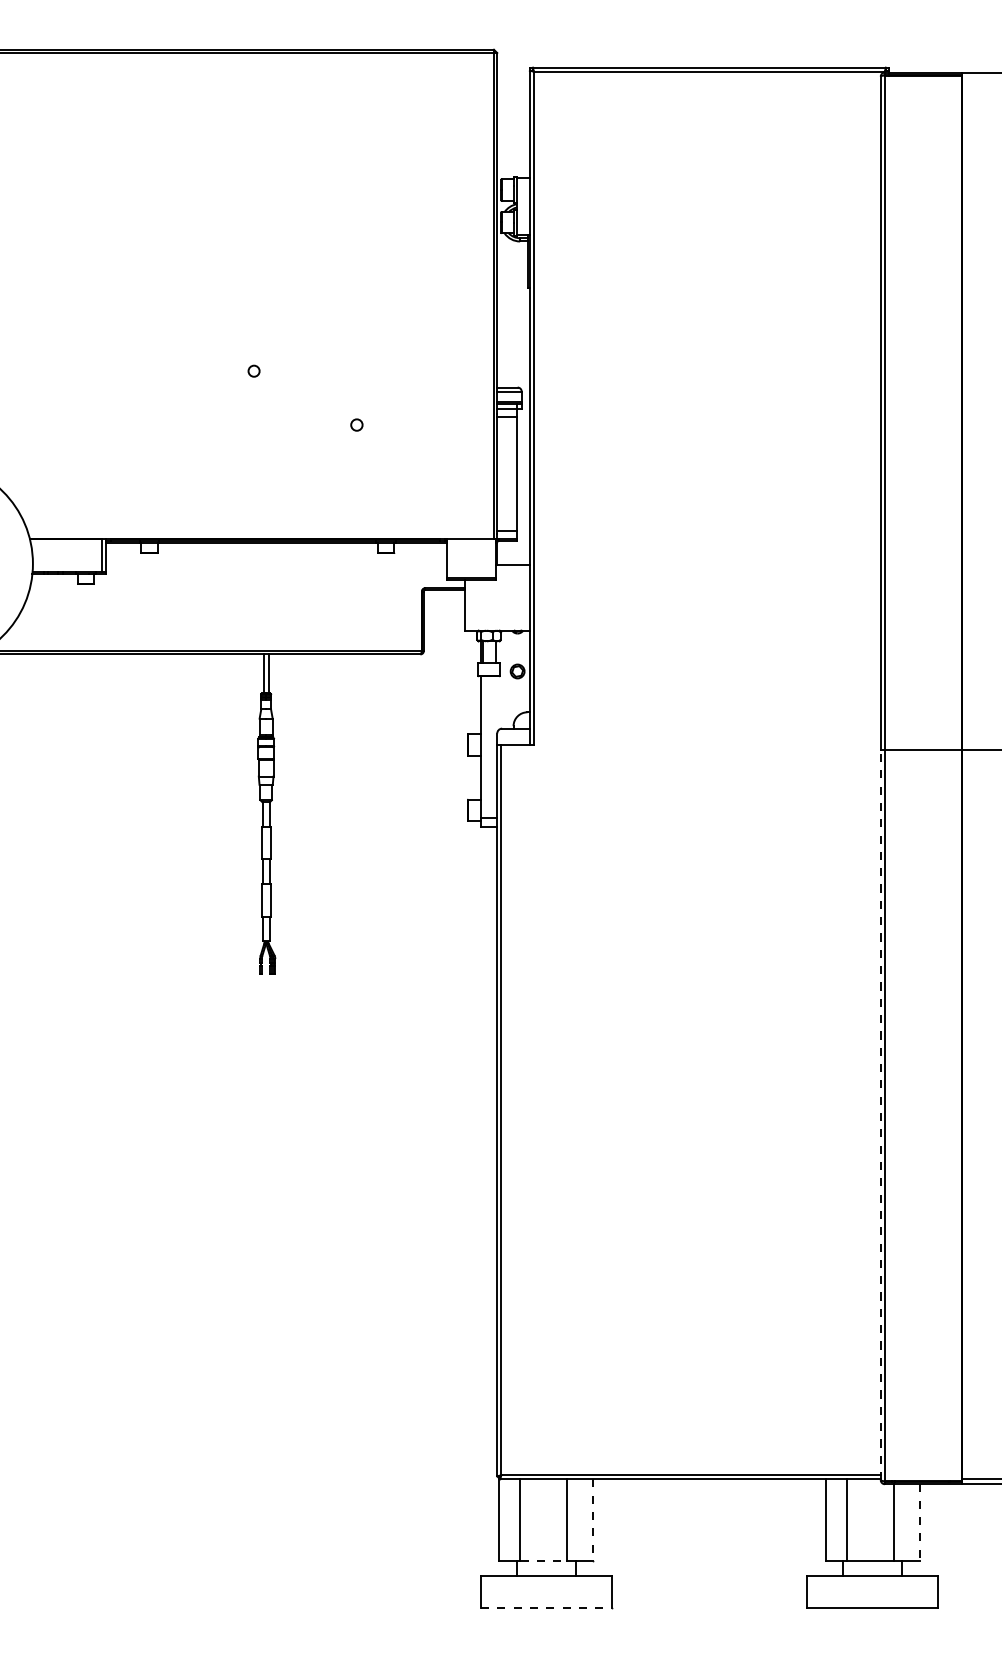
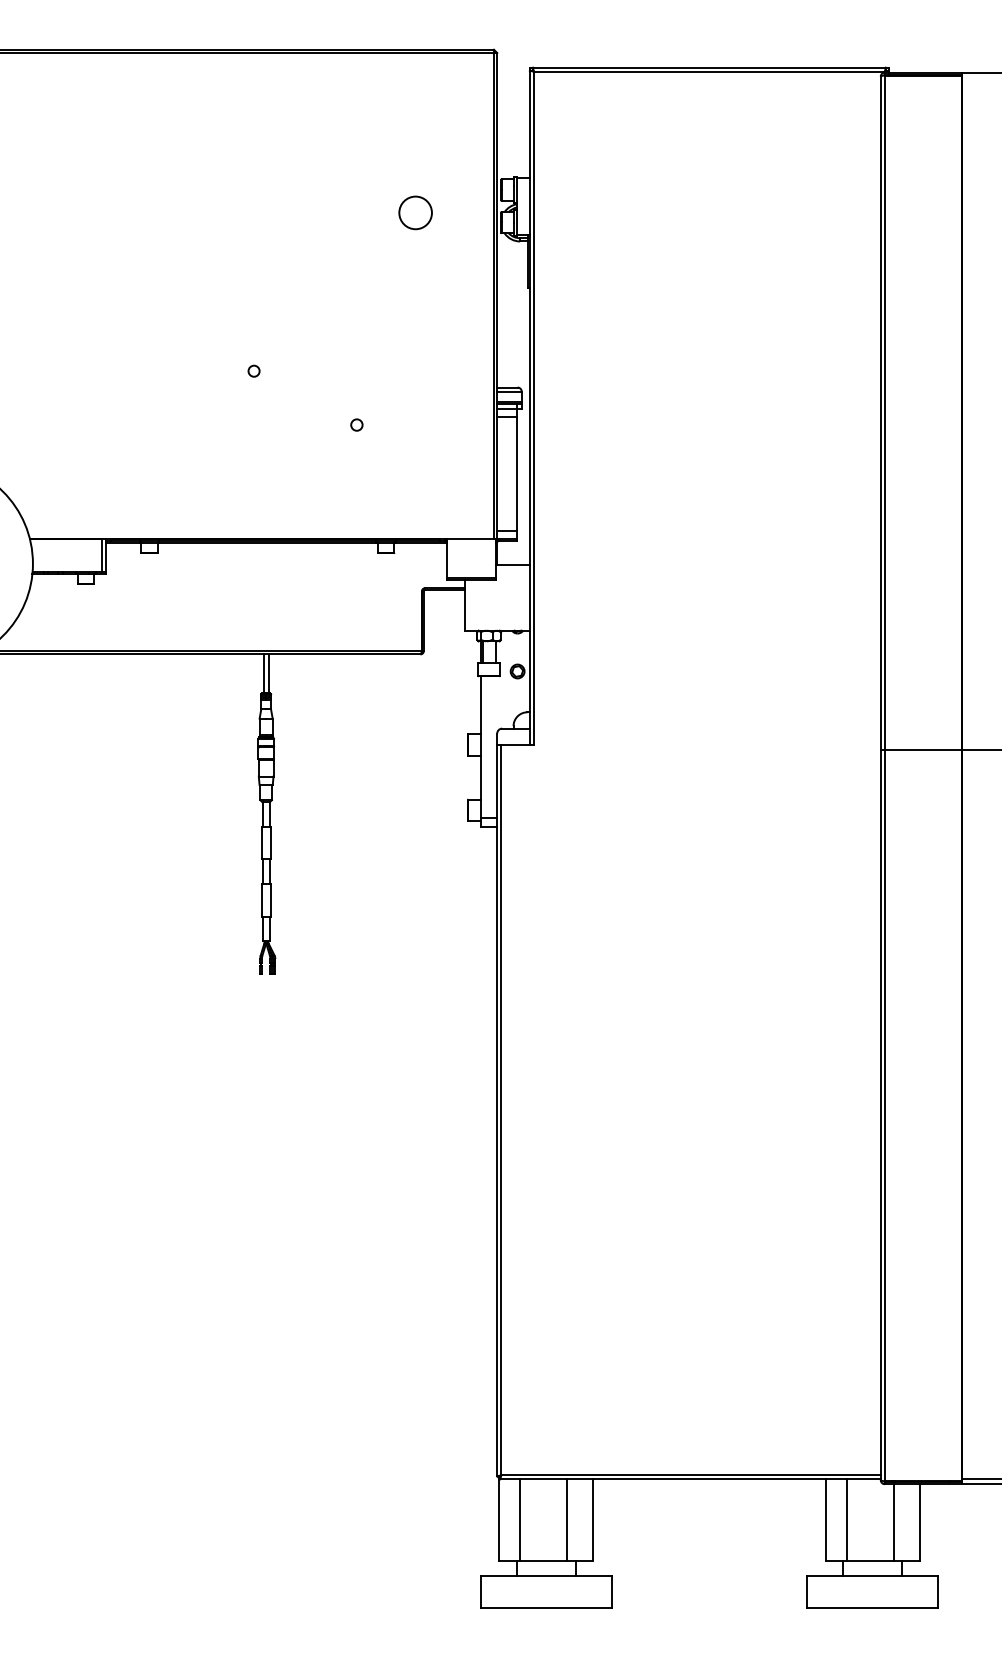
circle at (415, 212): none -> present
line at (880, 1114): dashed -> solid
line at (593, 1520): dashed -> solid
line at (919, 1523): dashed -> solid
line at (543, 1560): dashed -> solid
line at (546, 1608): dashed -> solid
